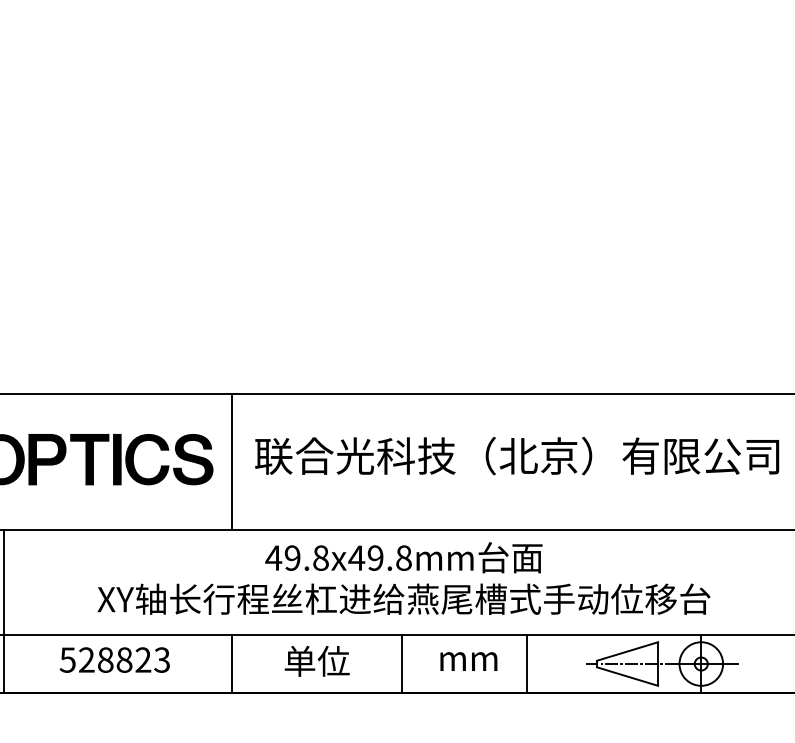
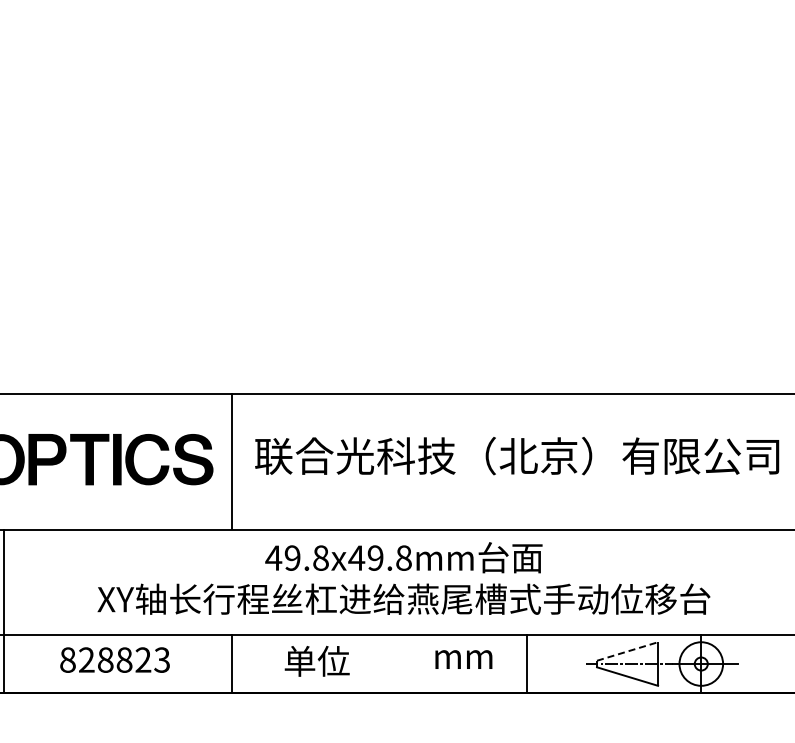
line at (627, 651): solid -> dashed
text at (67, 659): 528823 -> 828823
text at (468, 661) position: (468, 661) -> (463, 659)
line at (402, 663): present -> none
